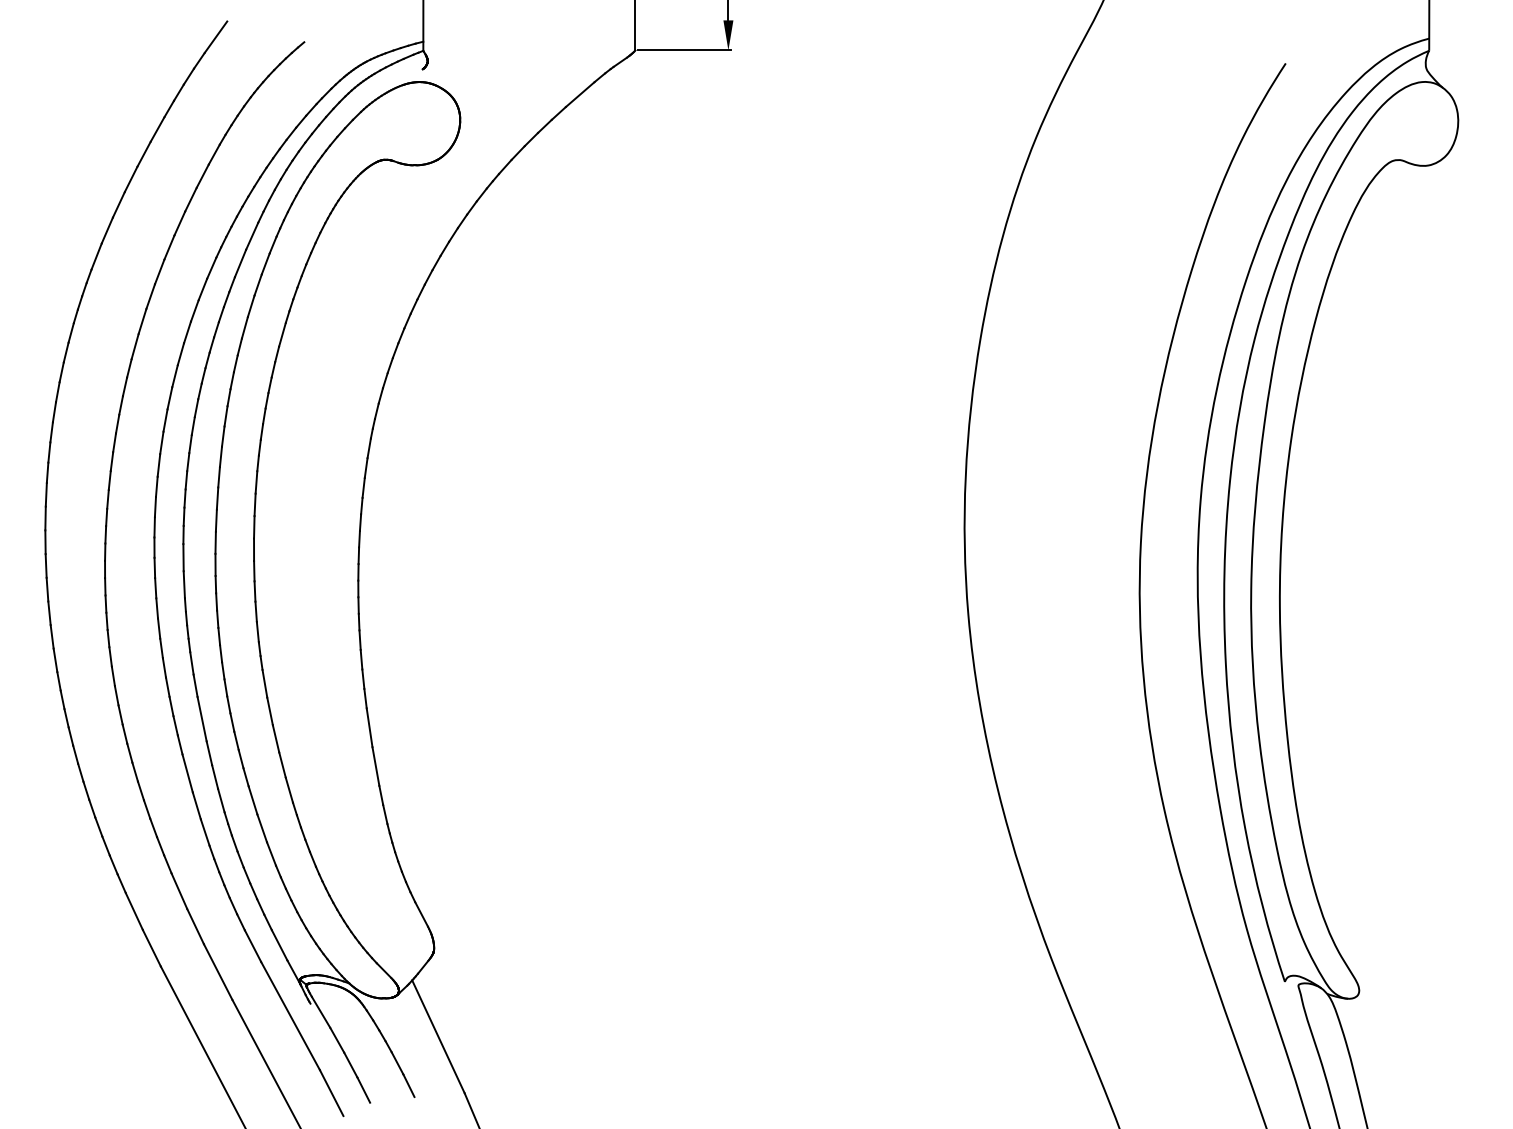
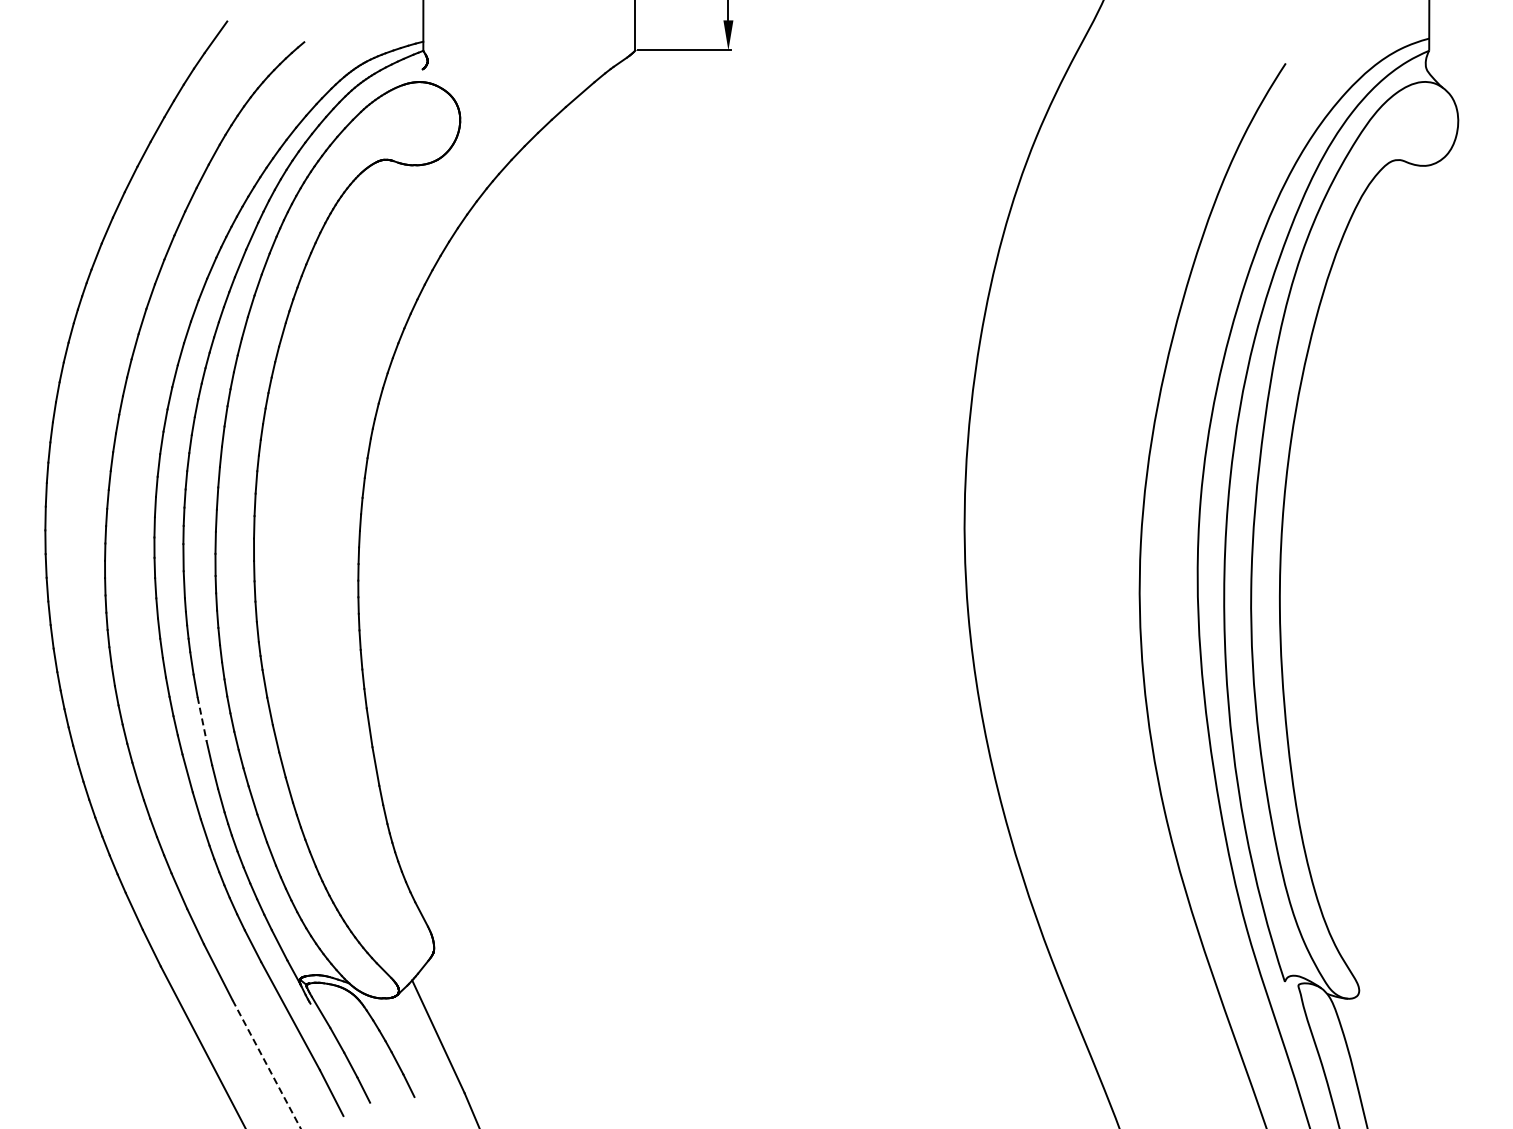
line at (202, 719): solid -> dashed
line at (266, 1064): solid -> dashed
